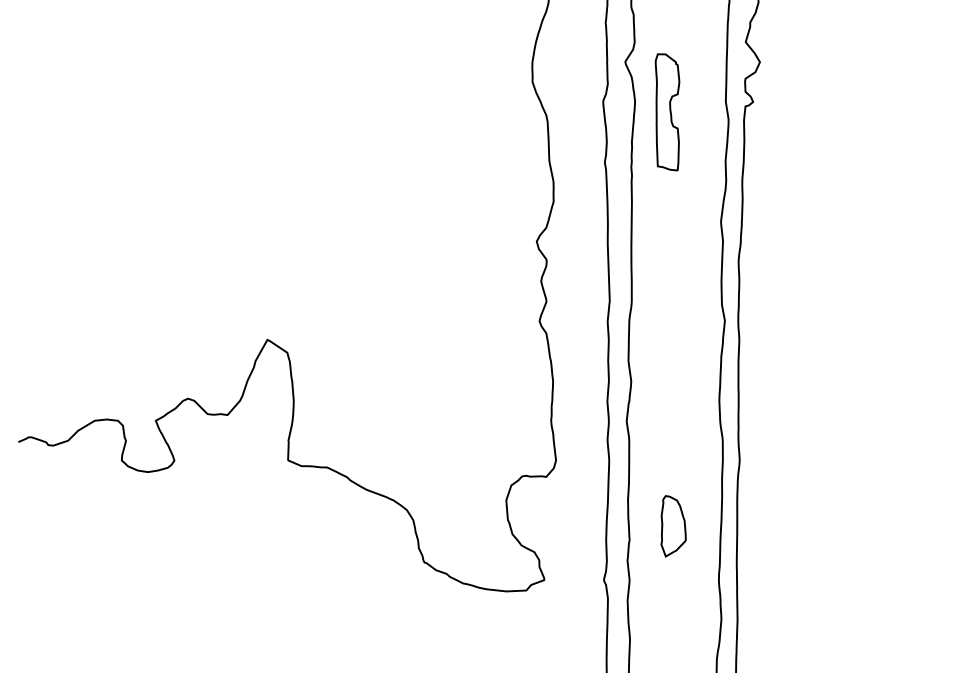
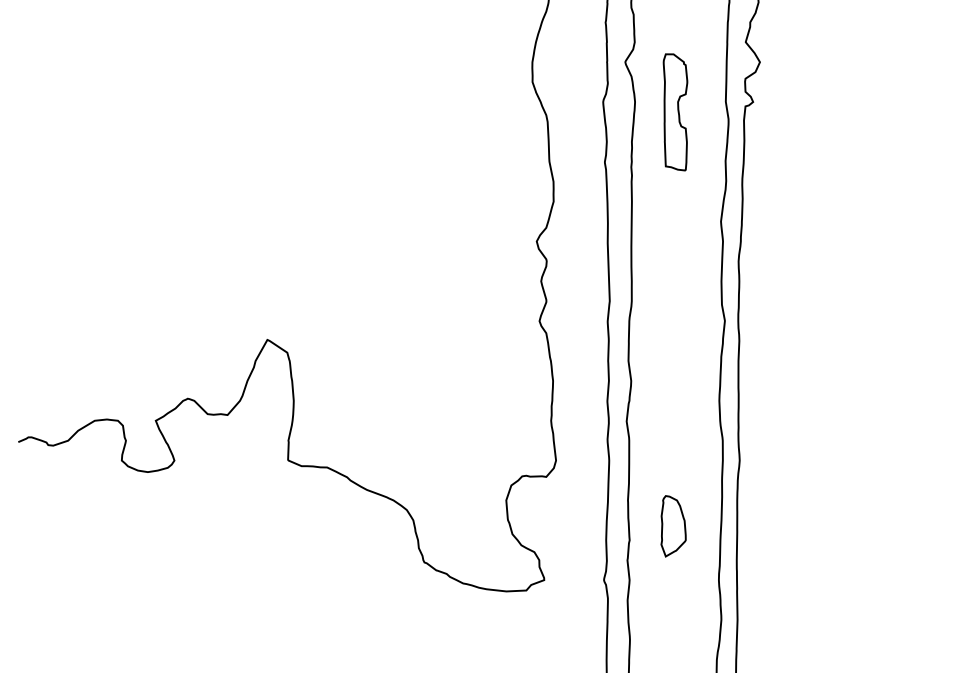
part at (667, 112) position: (667, 112) -> (675, 112)
